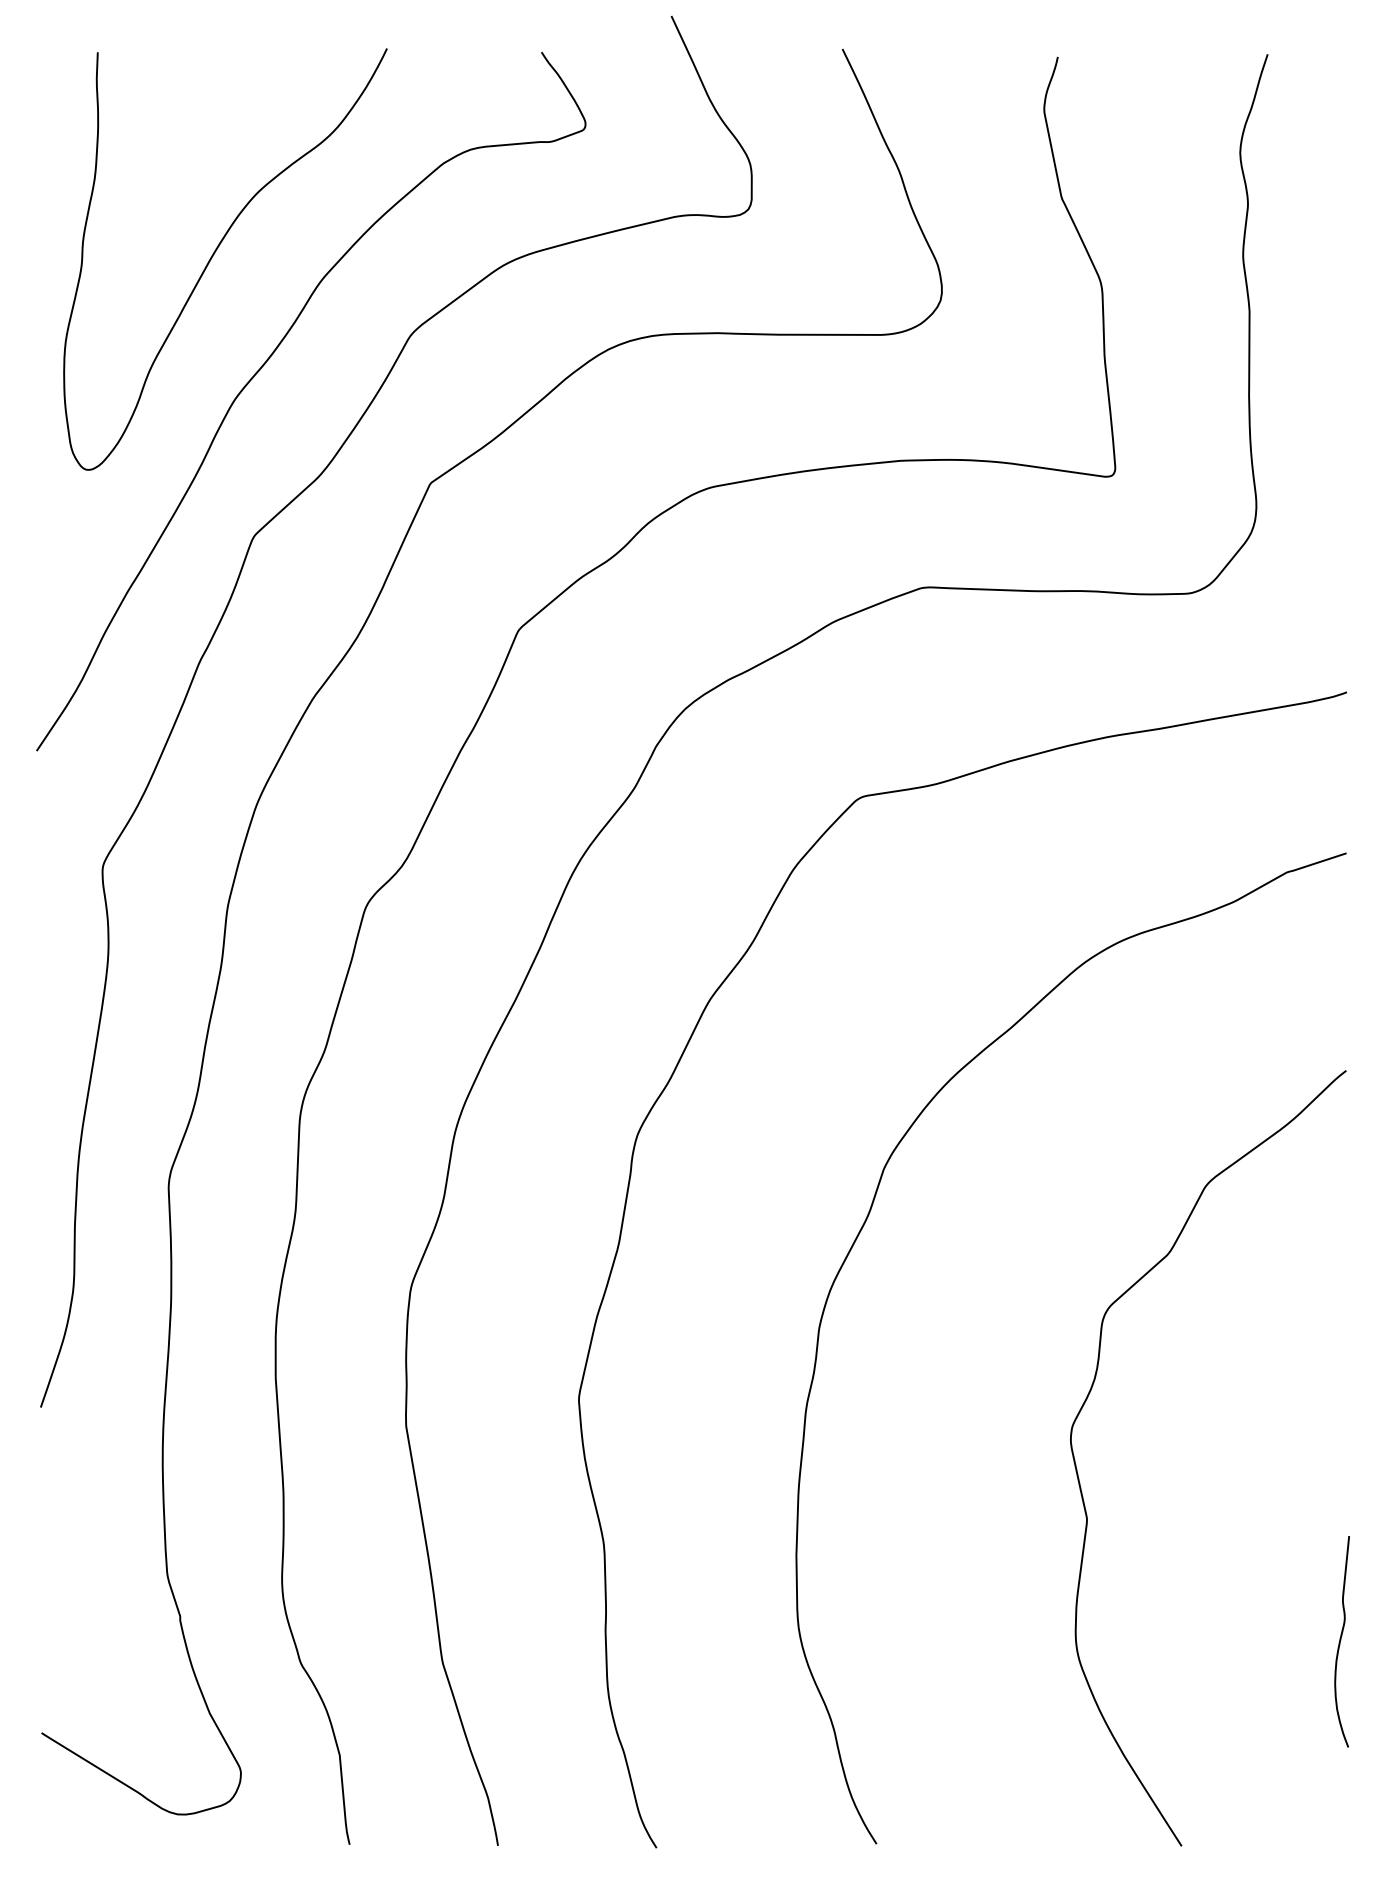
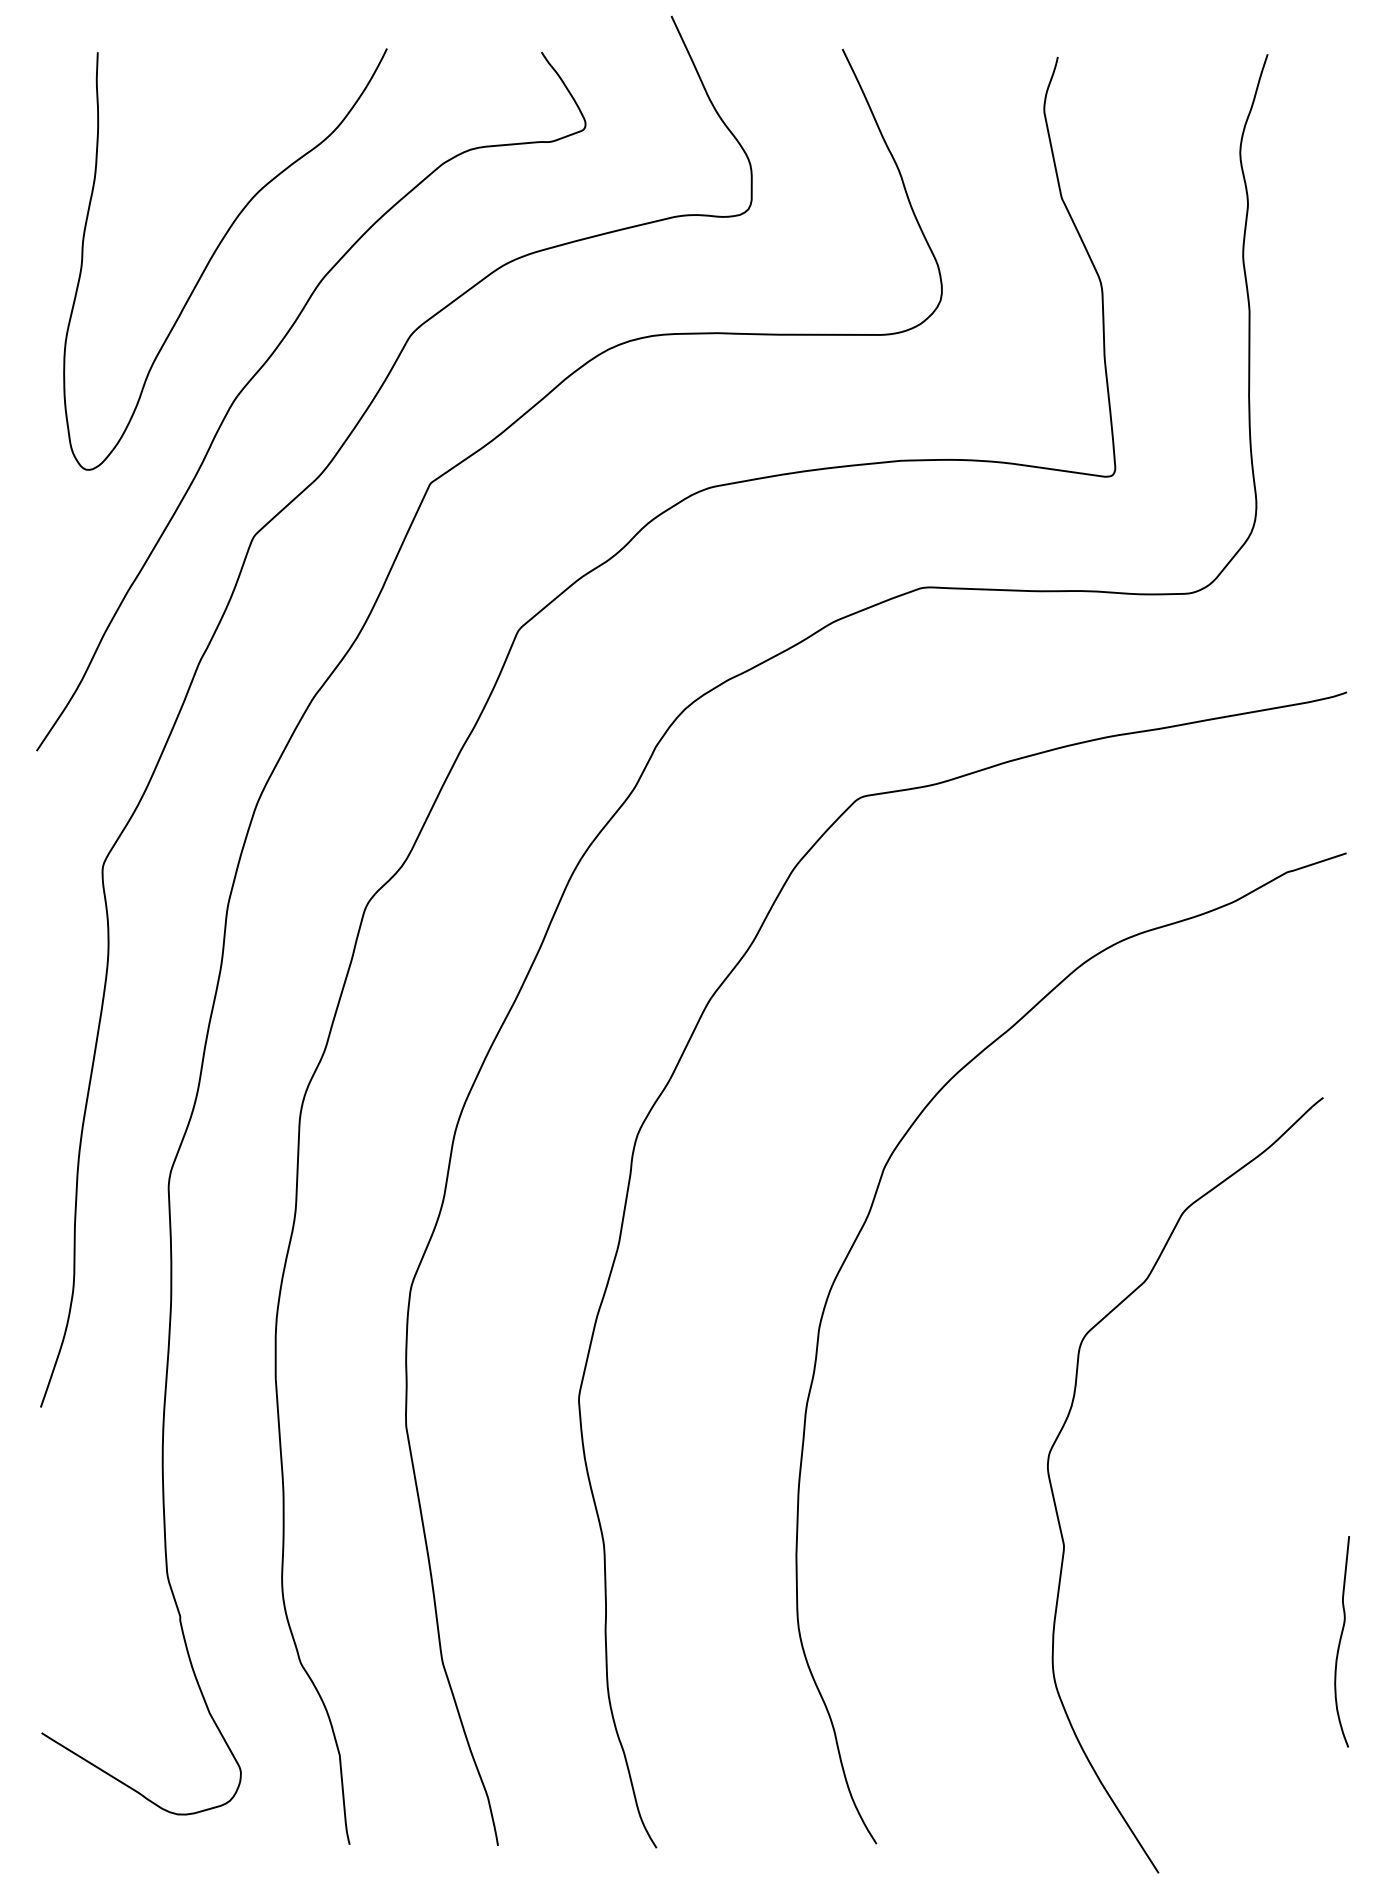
curve at (1081, 1487) position: (1081, 1487) -> (1058, 1514)
